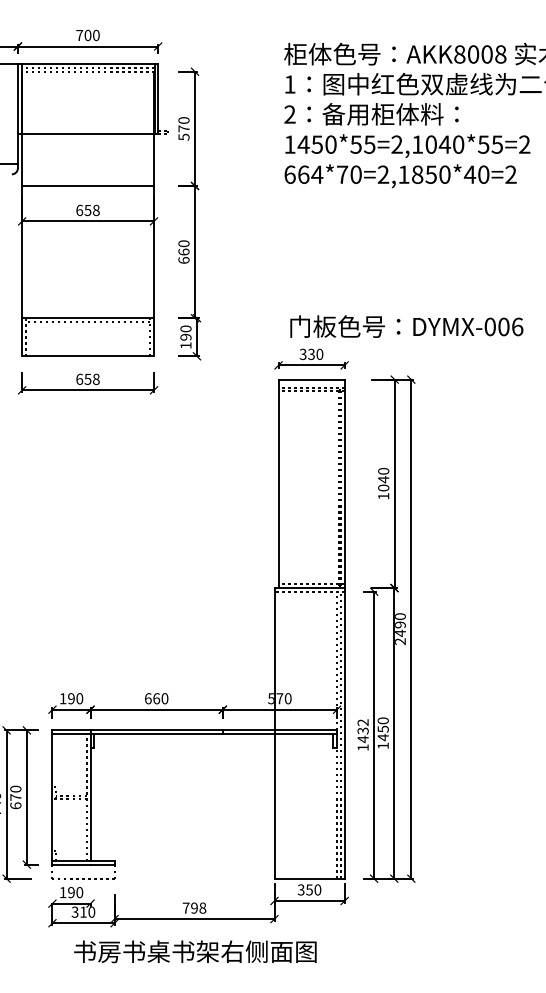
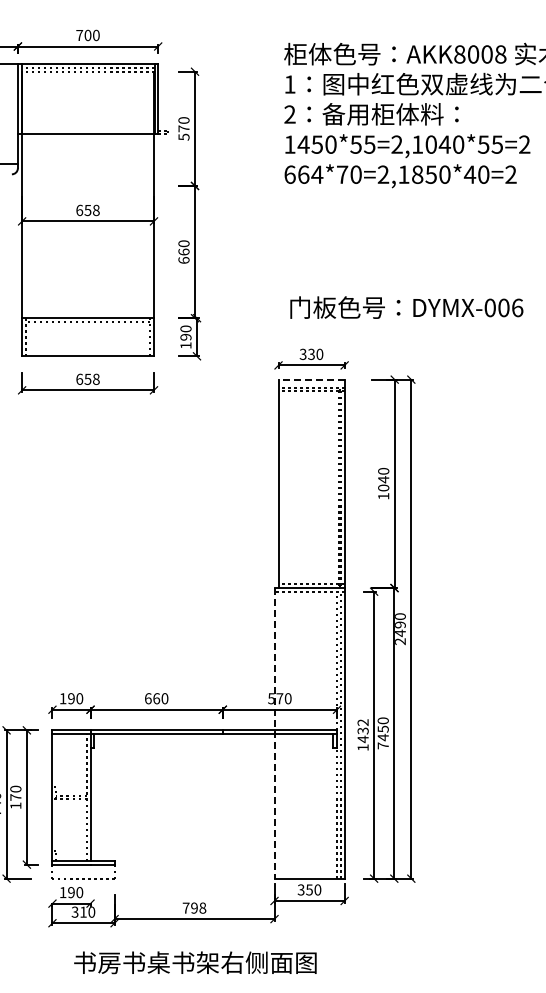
line at (87, 185): present -> none
text at (406, 326) position: (406, 326) -> (406, 307)
line at (311, 379): solid -> dashed
line at (274, 733): solid -> dashed
text at (382, 745): 1450 -> 7450
text at (15, 805): 670 -> 170
text at (195, 951) position: (195, 951) -> (195, 962)
